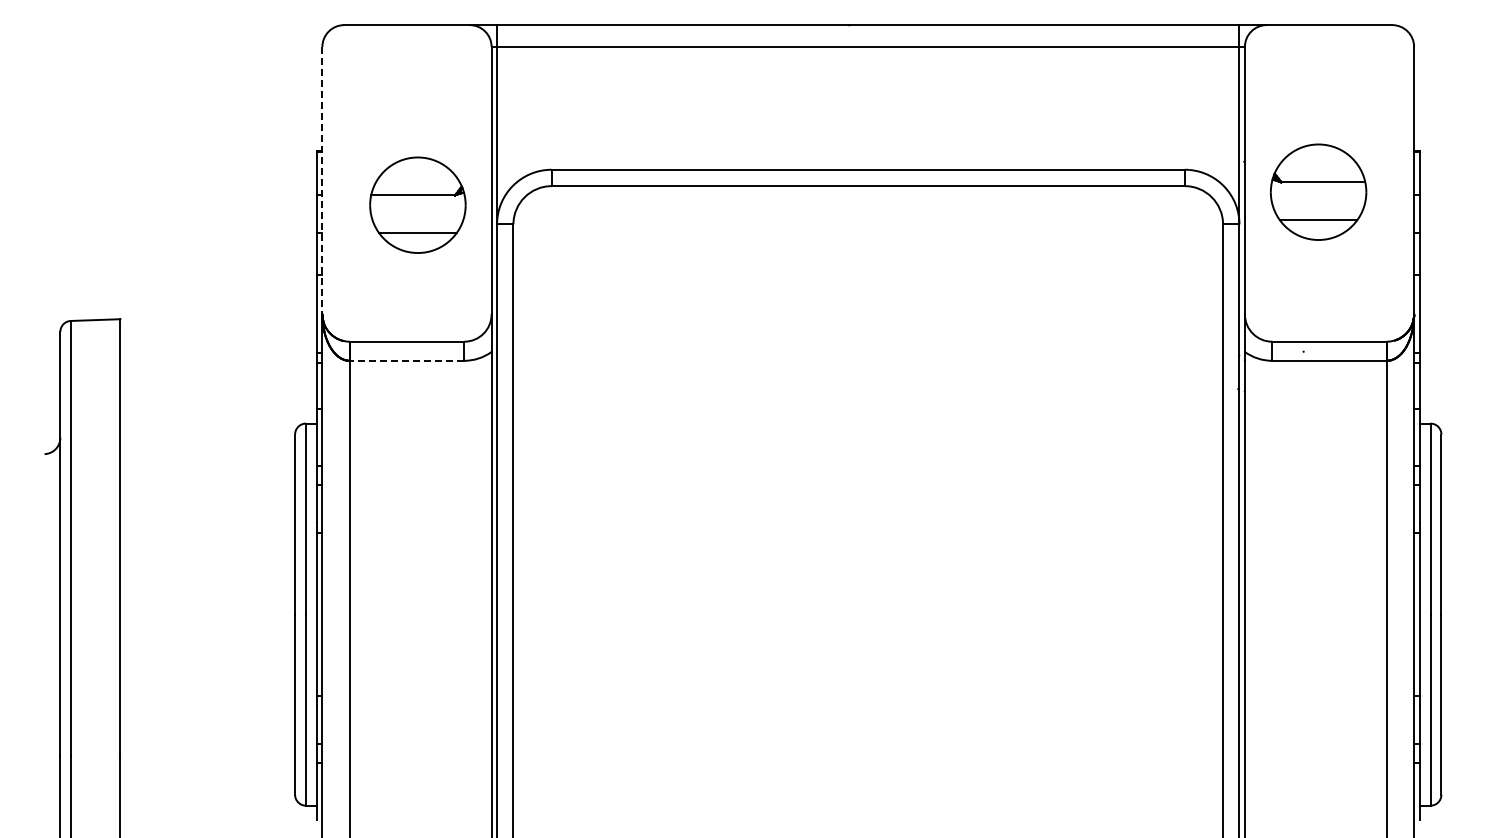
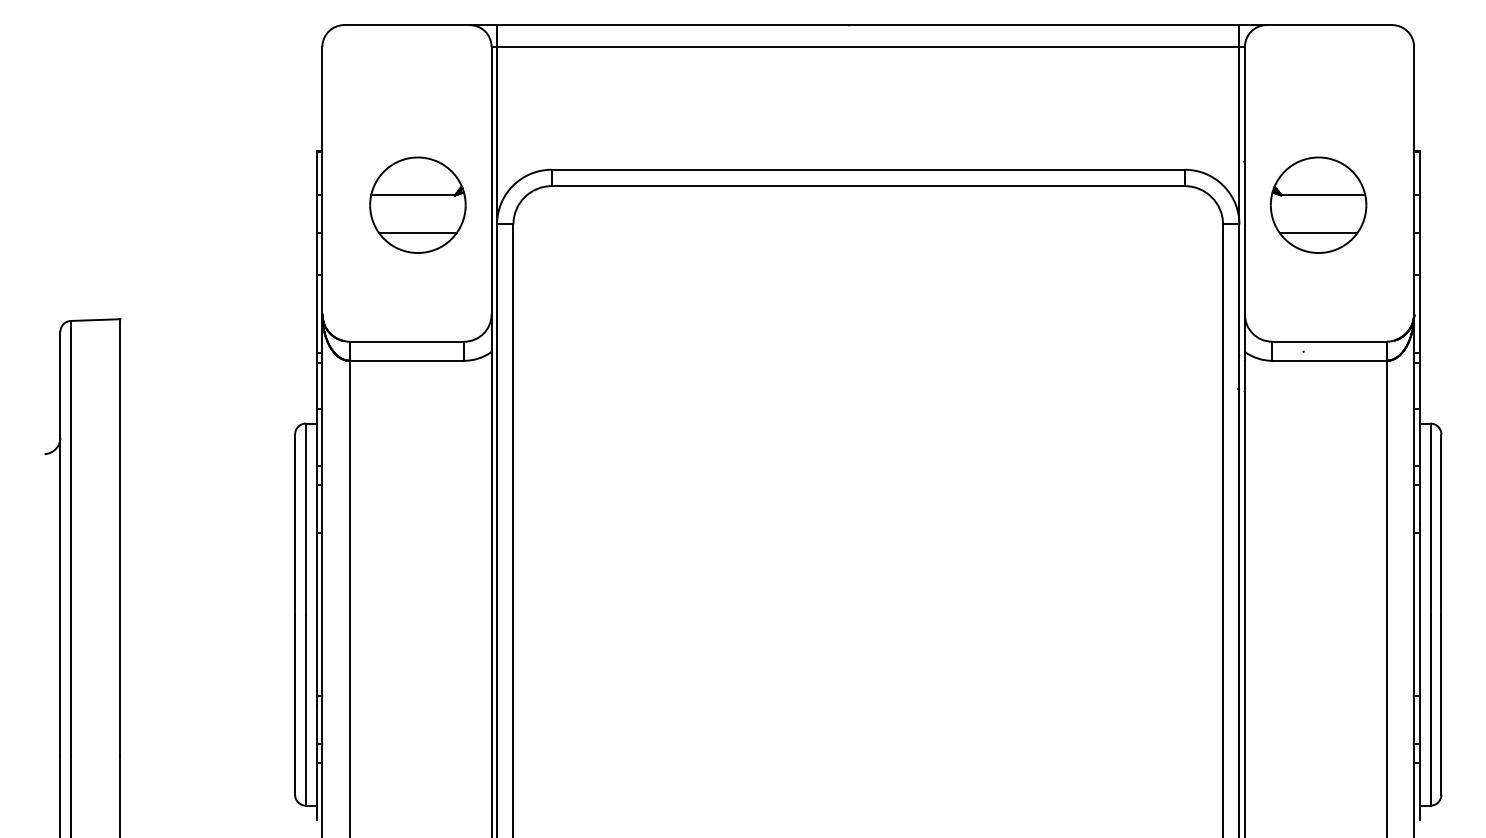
line at (322, 180): dashed -> solid
part at (1318, 191) position: (1318, 191) -> (1318, 204)
line at (406, 360): dashed -> solid
